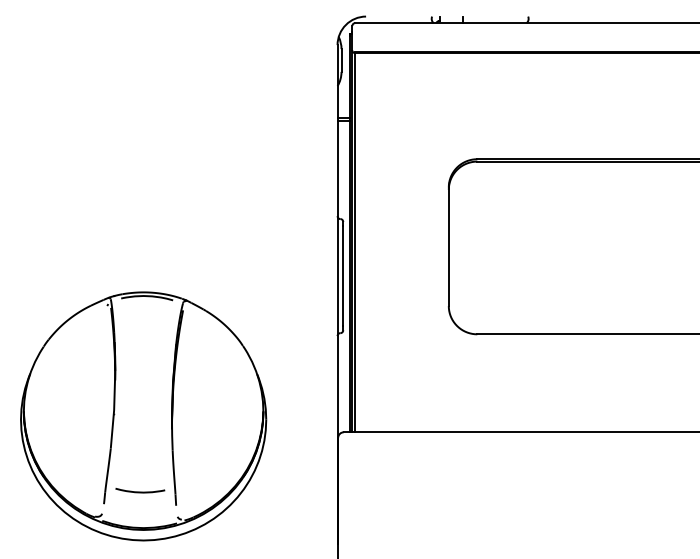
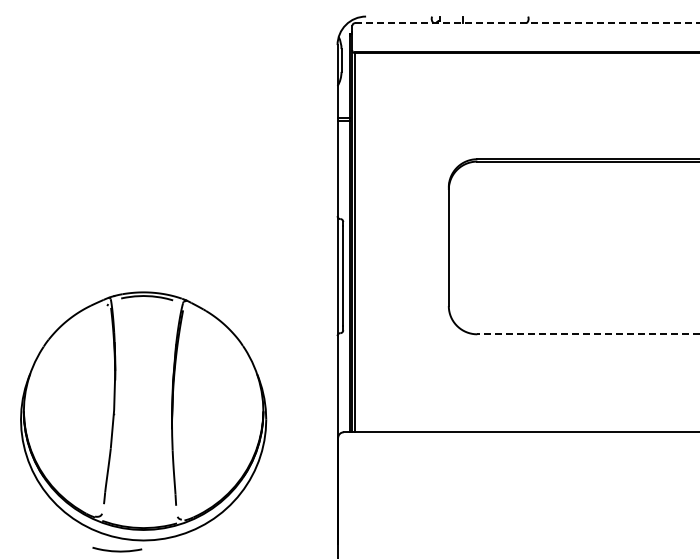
line at (528, 23): solid -> dashed
line at (588, 334): solid -> dashed
curve at (140, 491) position: (140, 491) -> (117, 550)
